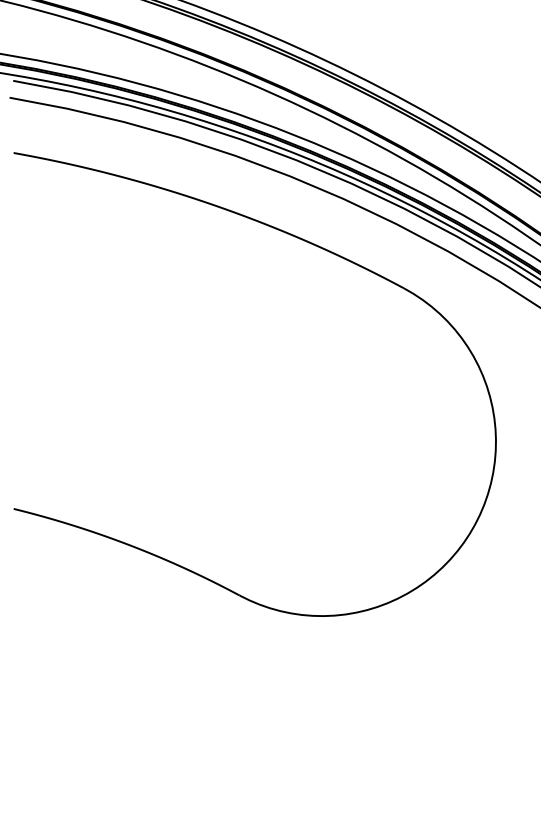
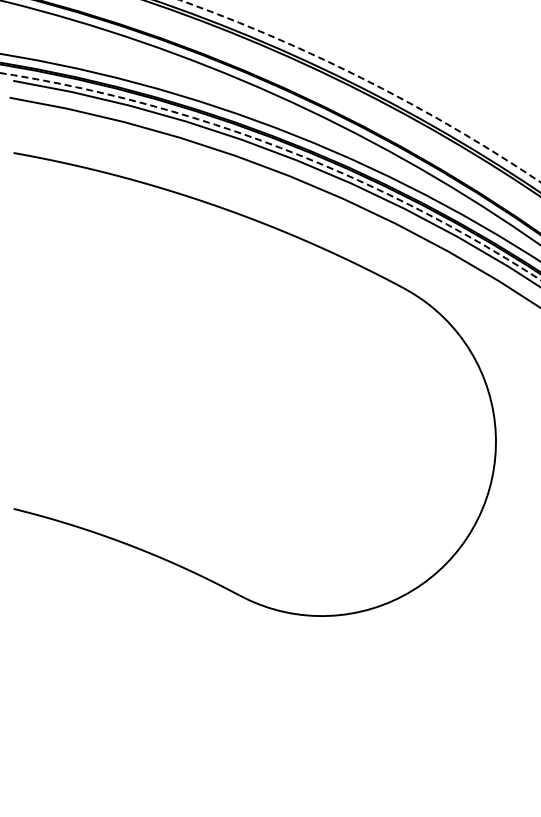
arc at (364, 79): solid -> dashed
arc at (277, 146): solid -> dashed
